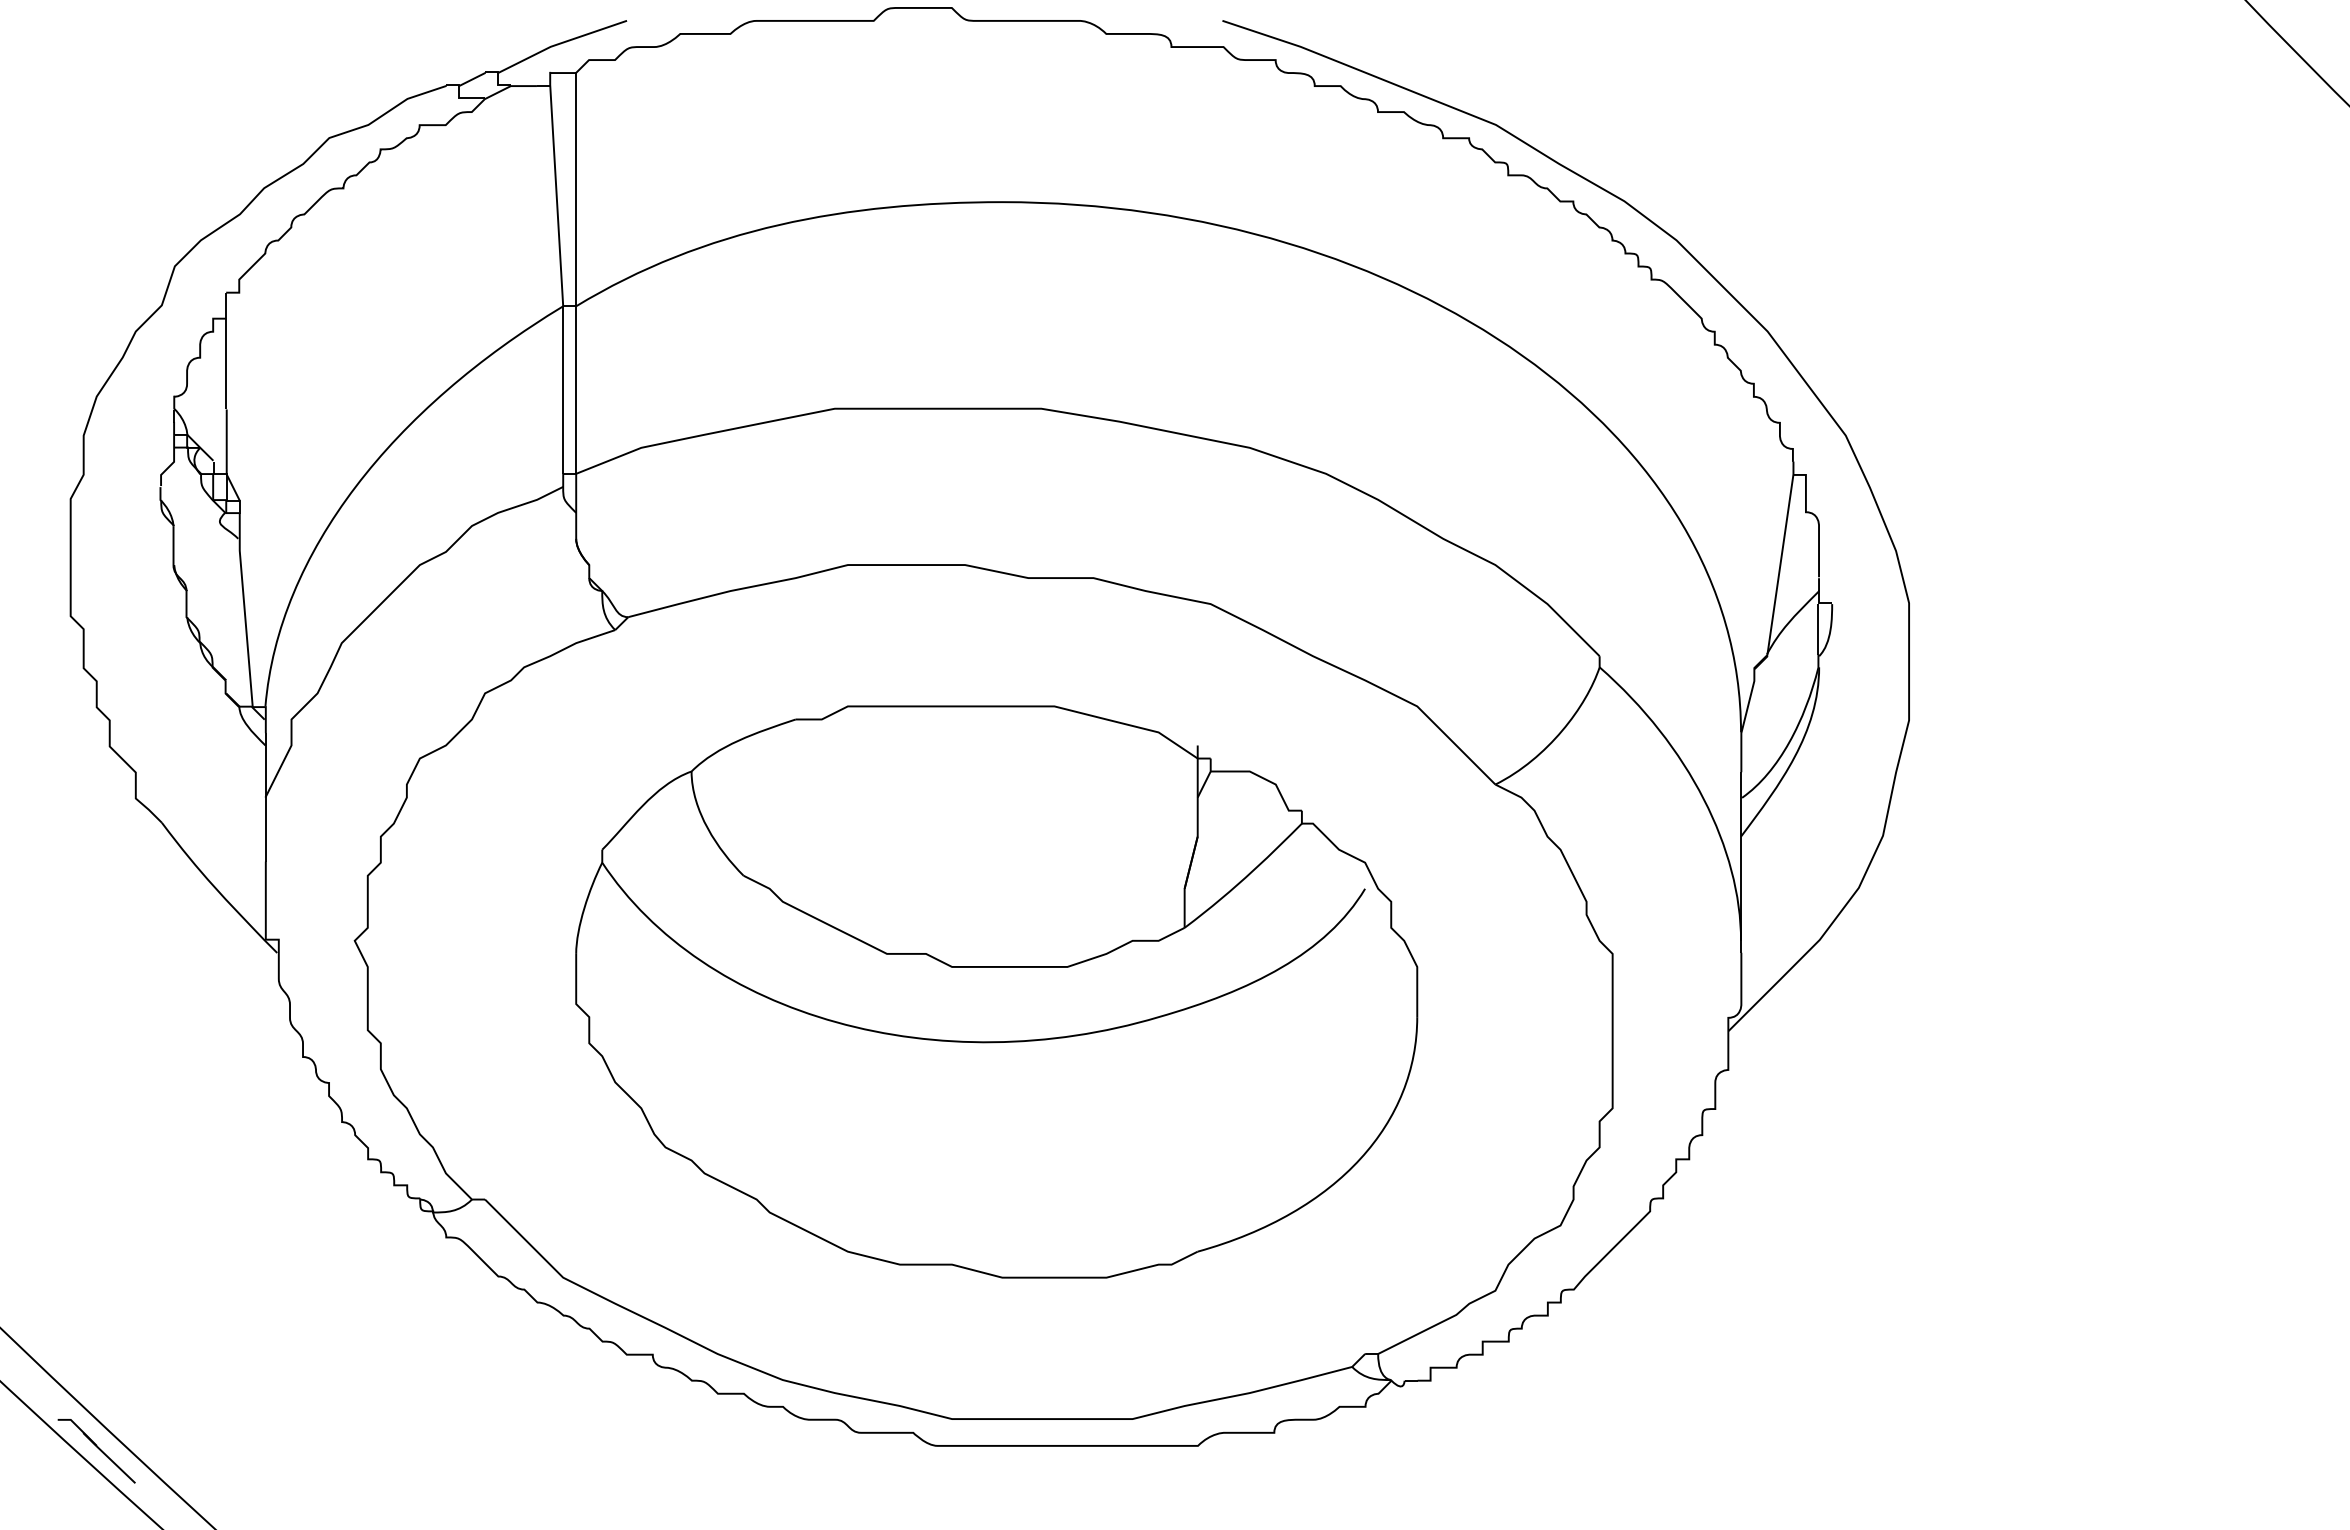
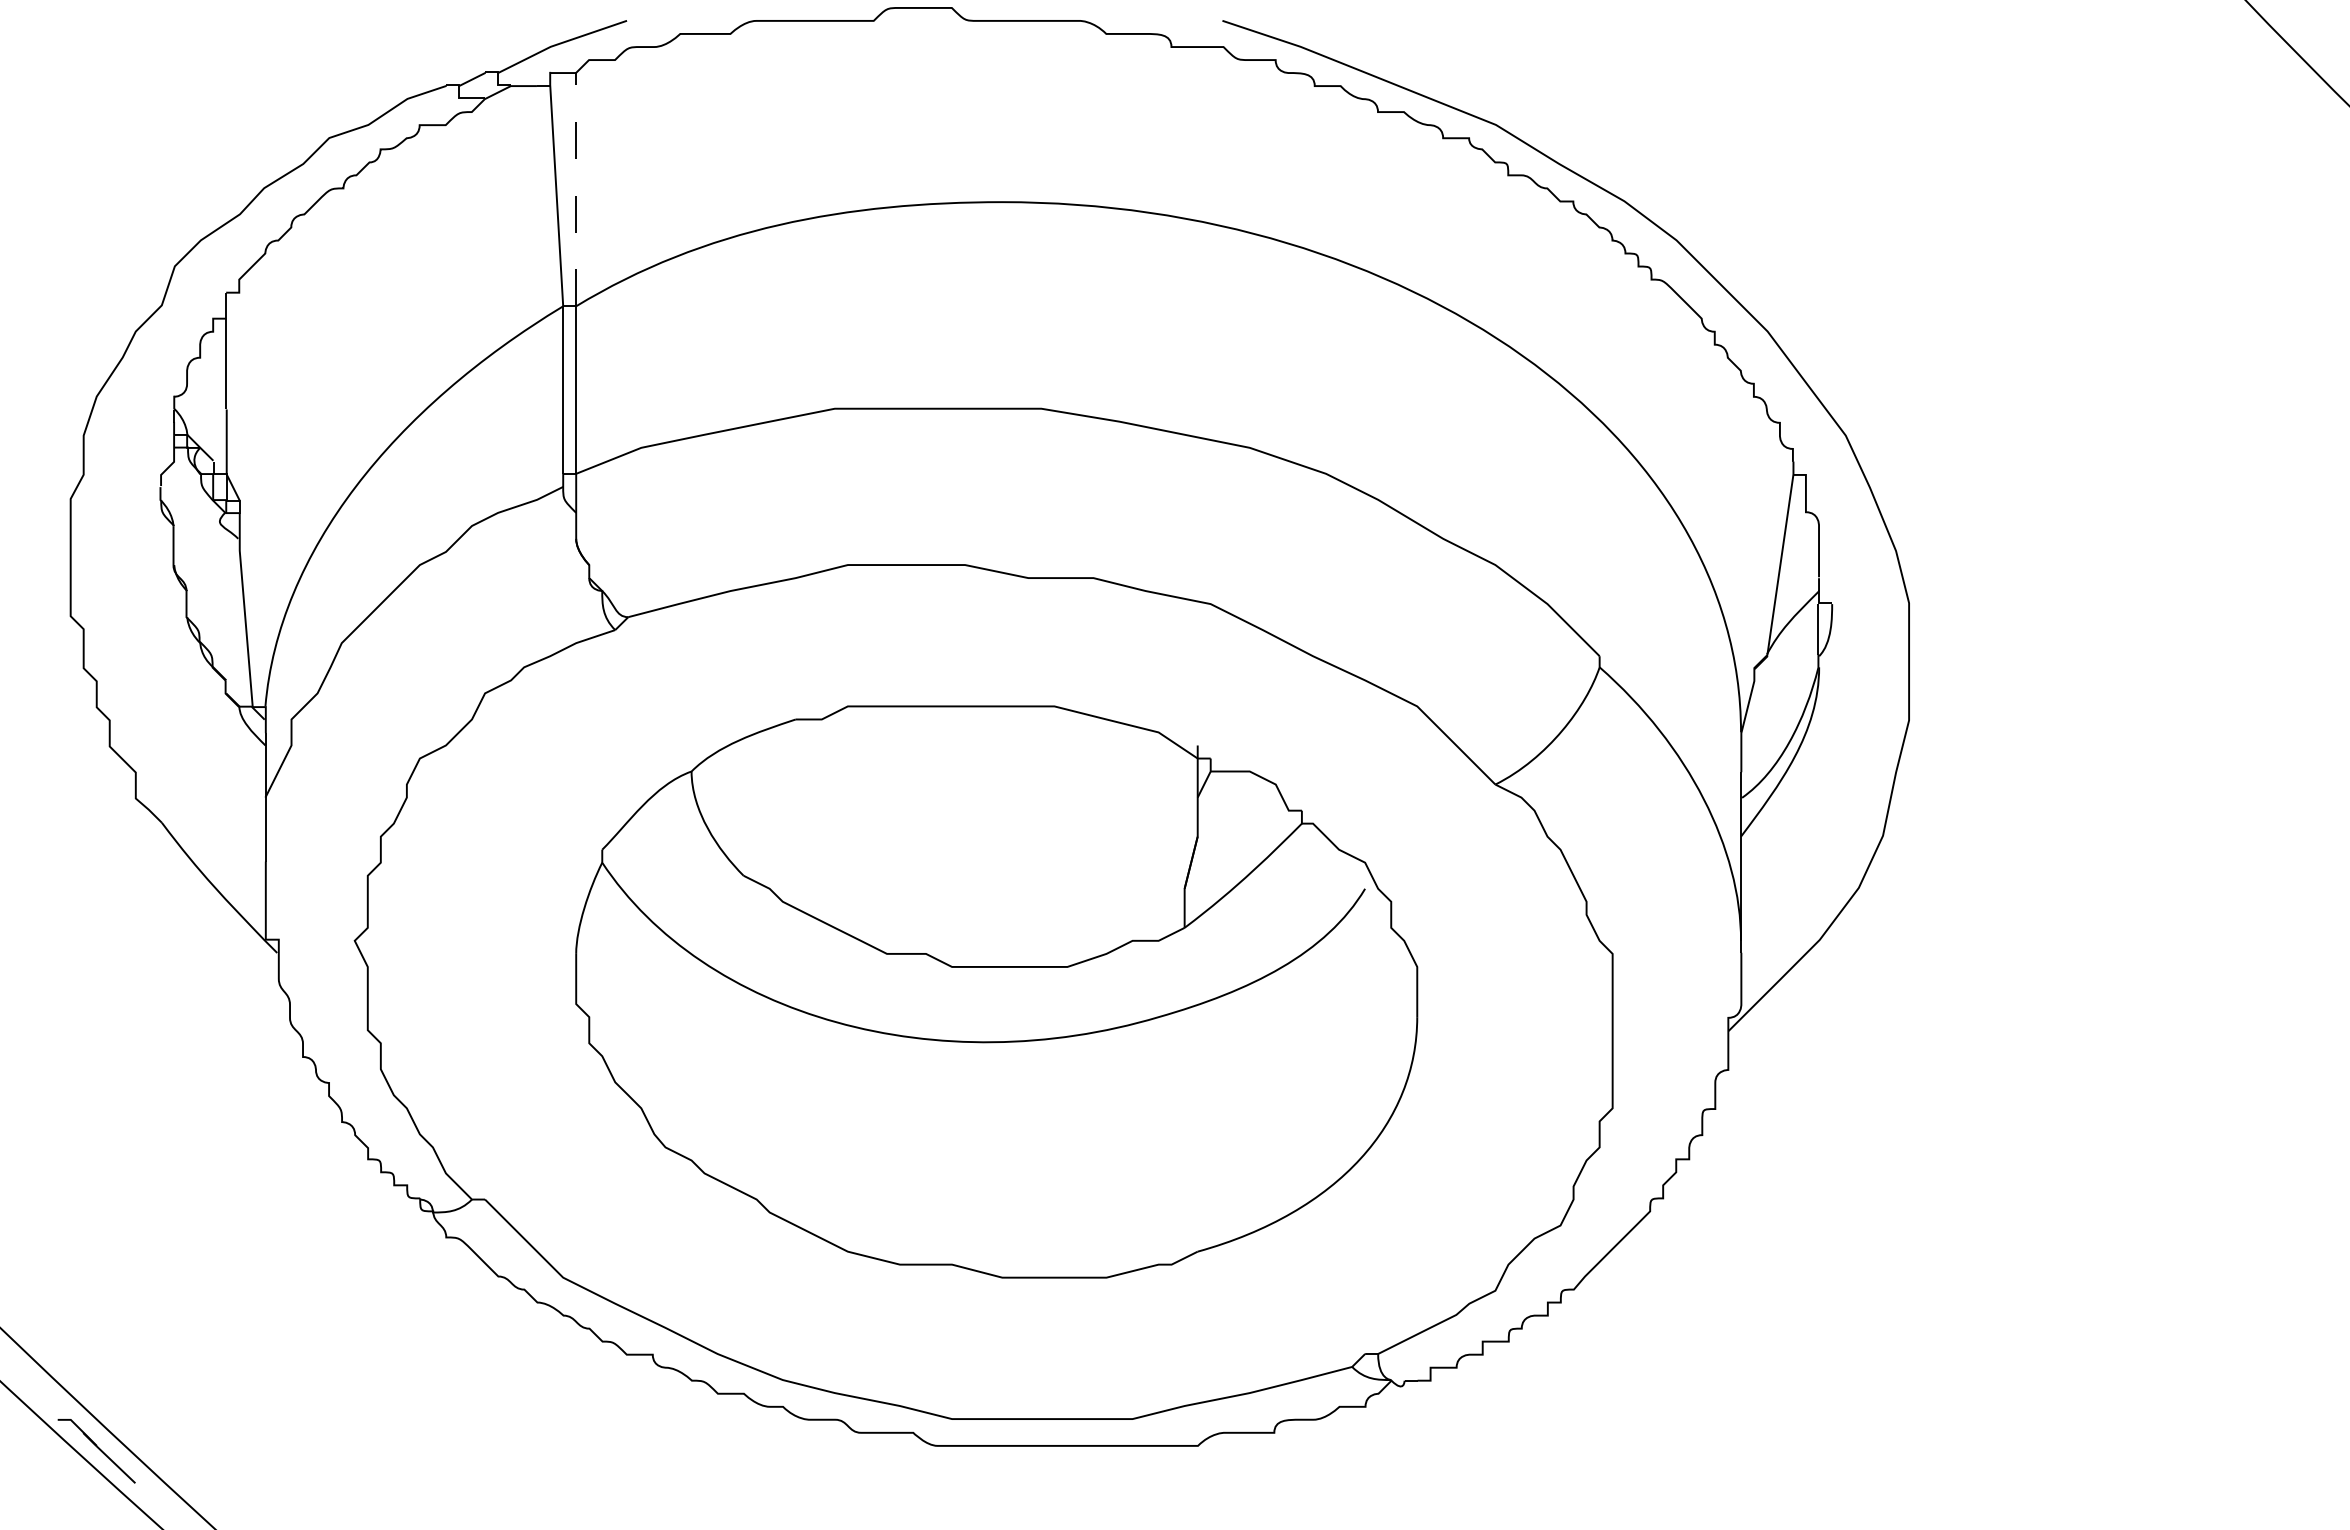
line at (576, 188): solid -> dashed
